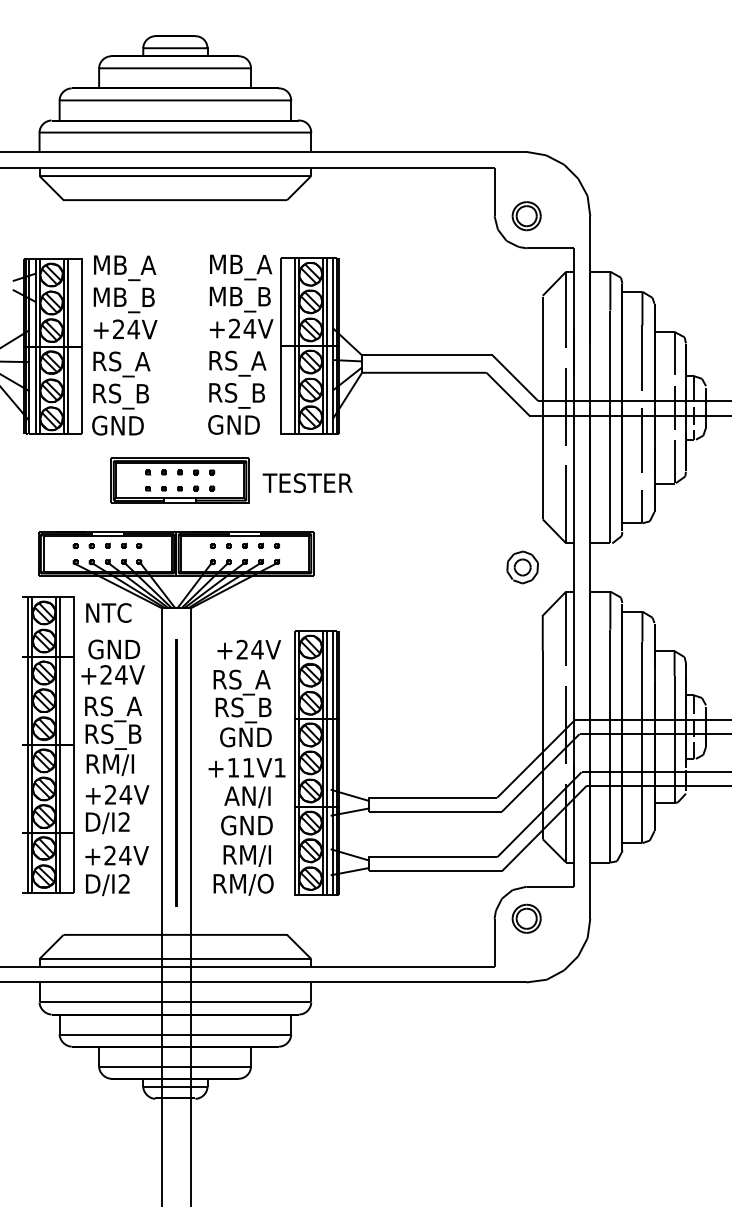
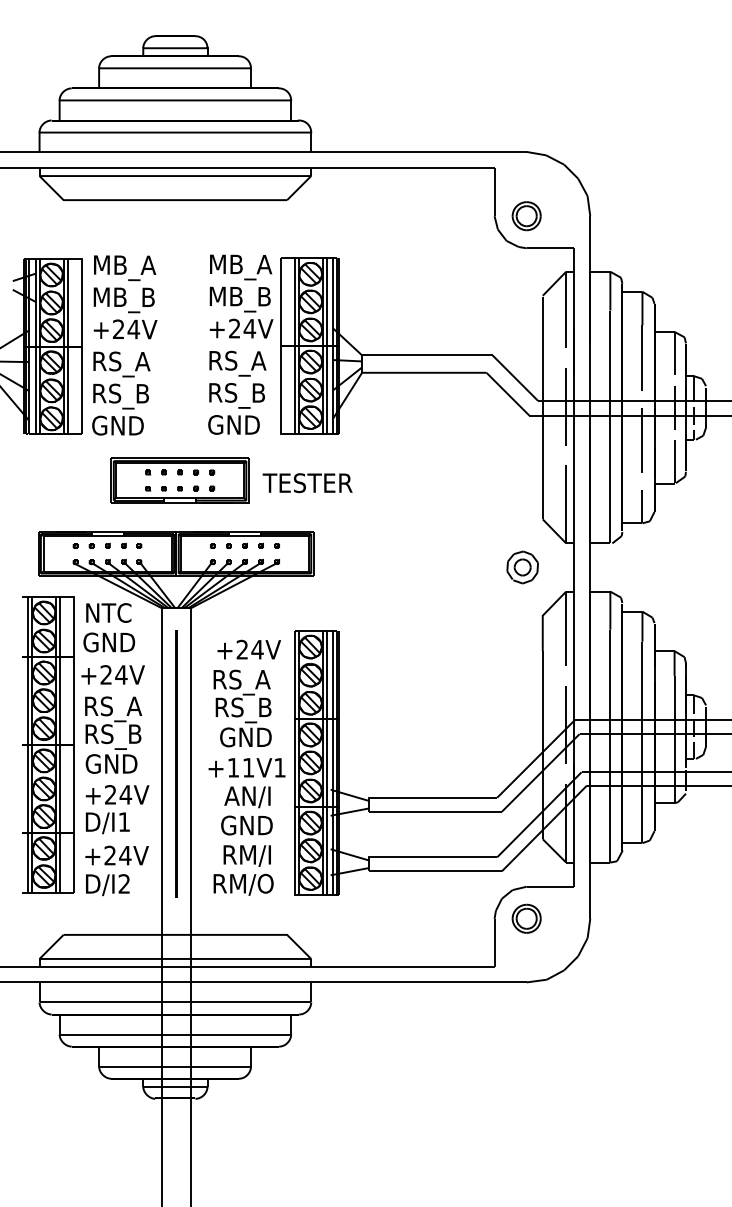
text at (114, 649) position: (114, 649) -> (109, 642)
text at (111, 765): RM/I -> GND
line at (176, 772) position: (176, 772) -> (176, 763)
text at (123, 821): D/I2 -> D/I1
